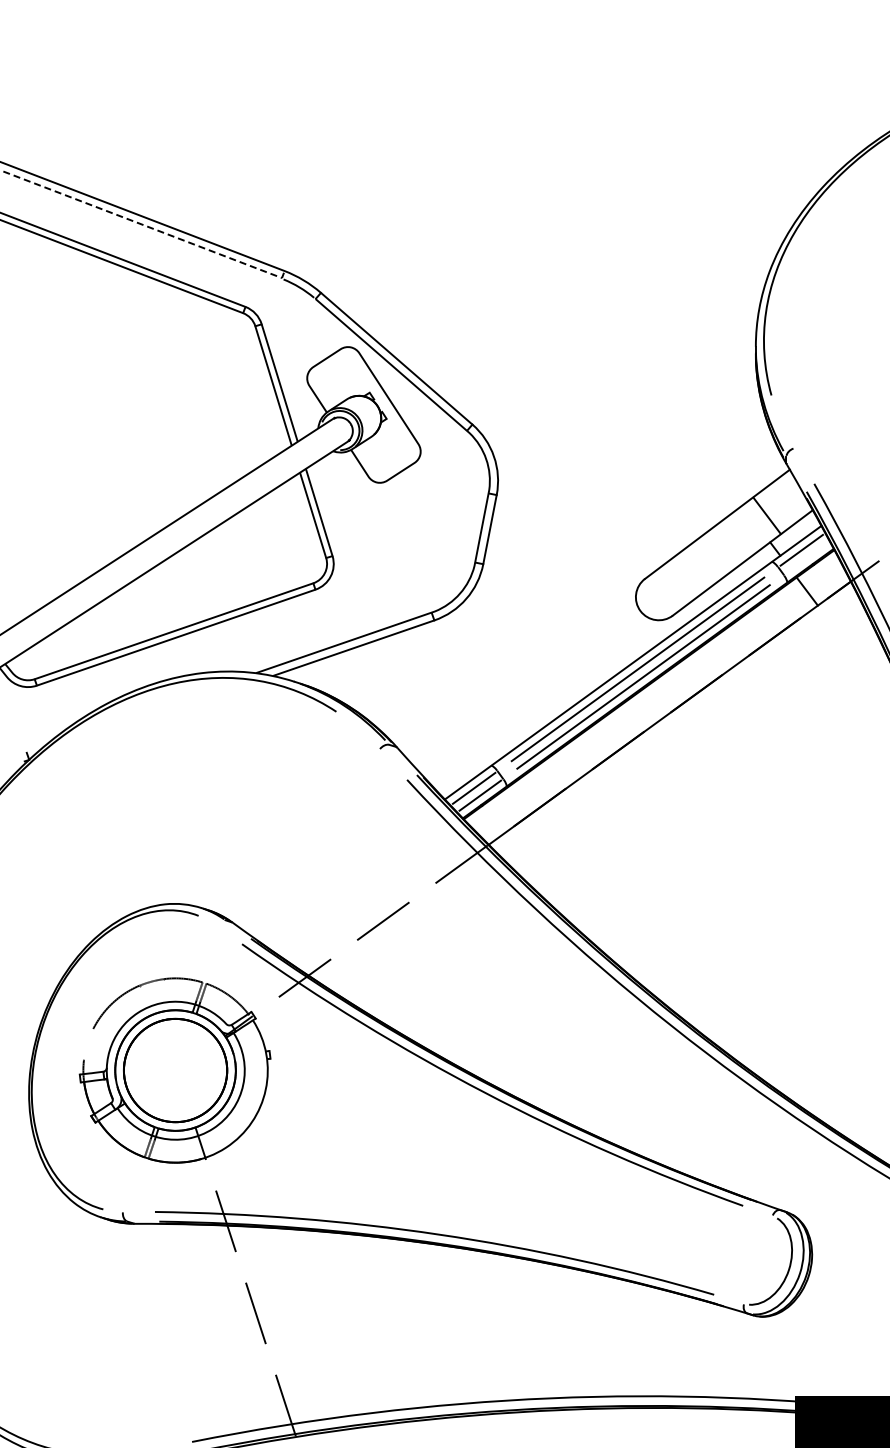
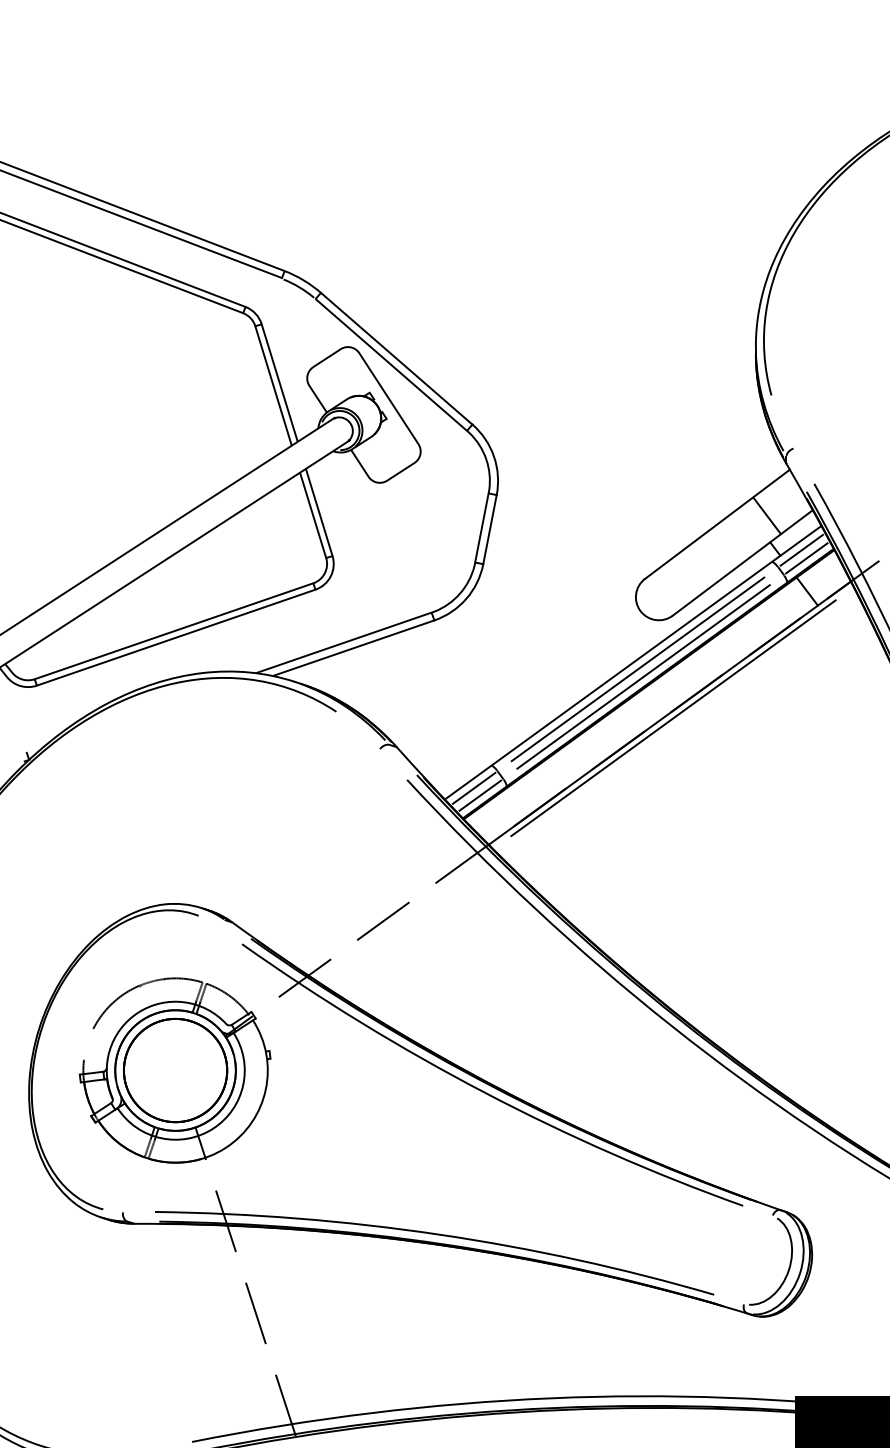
line at (145, 226): dashed -> solid
line at (806, 558): none -> present
line at (673, 718): none -> present
